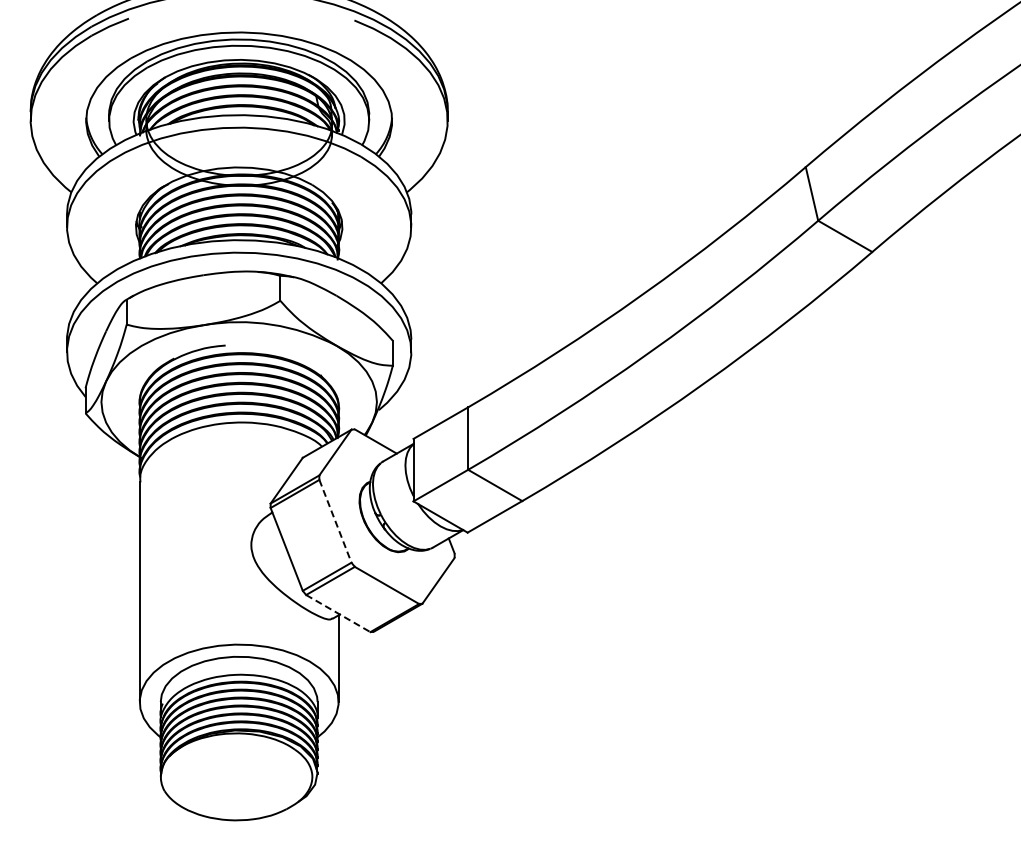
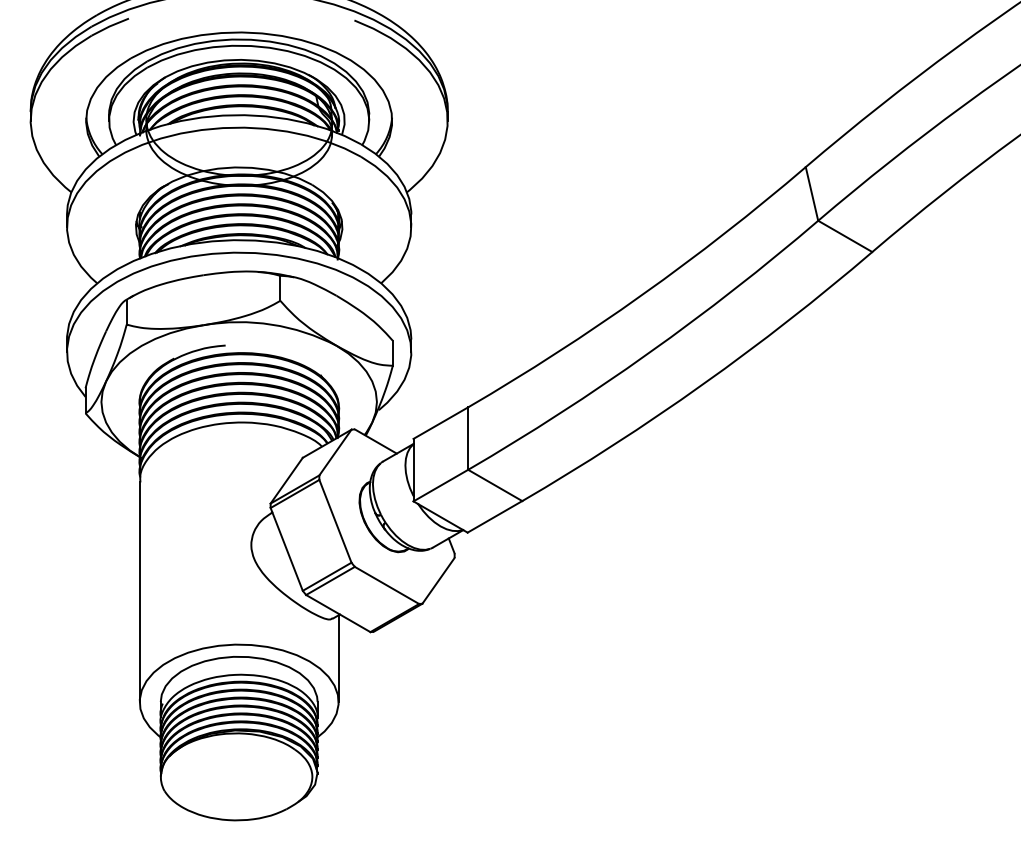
line at (335, 521): dashed -> solid
line at (338, 613): dashed -> solid
